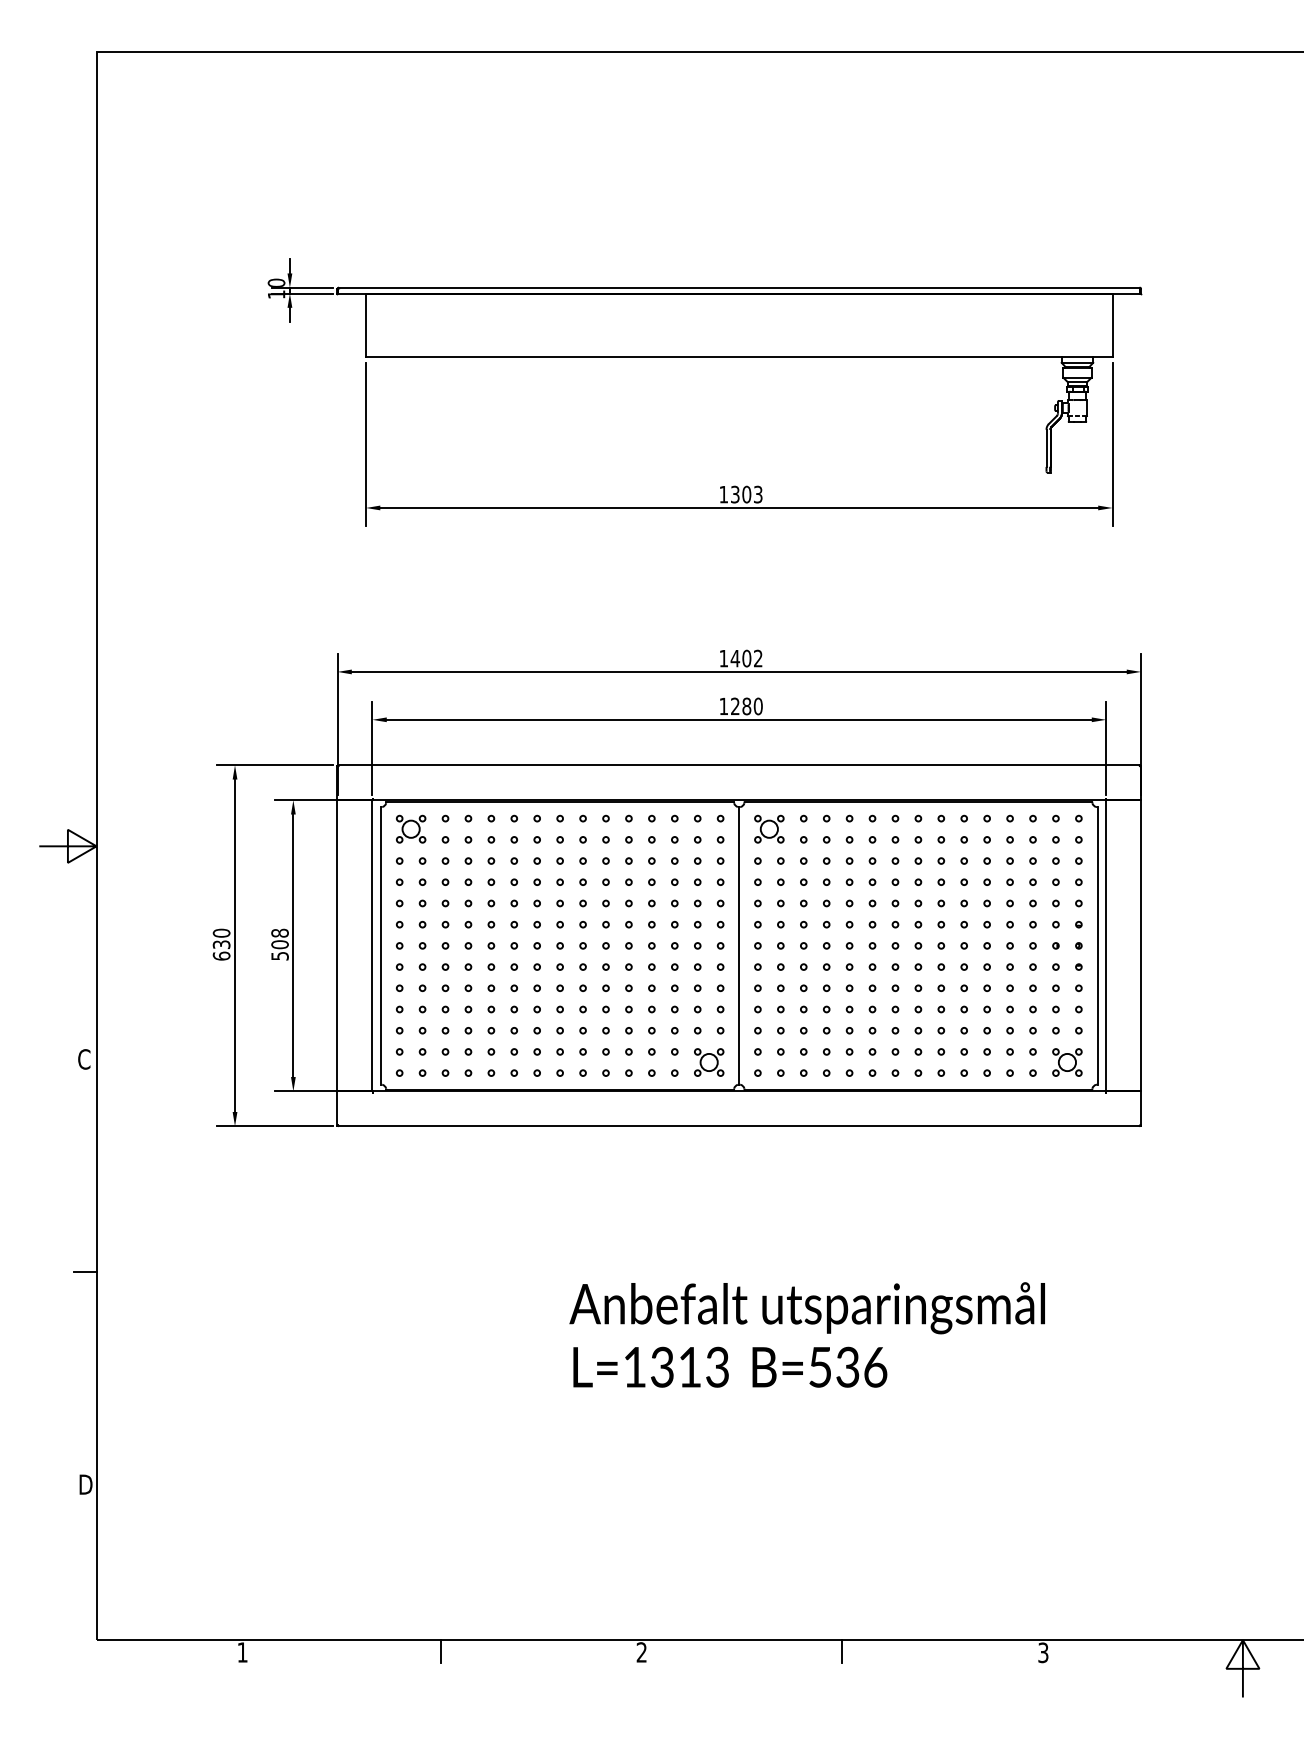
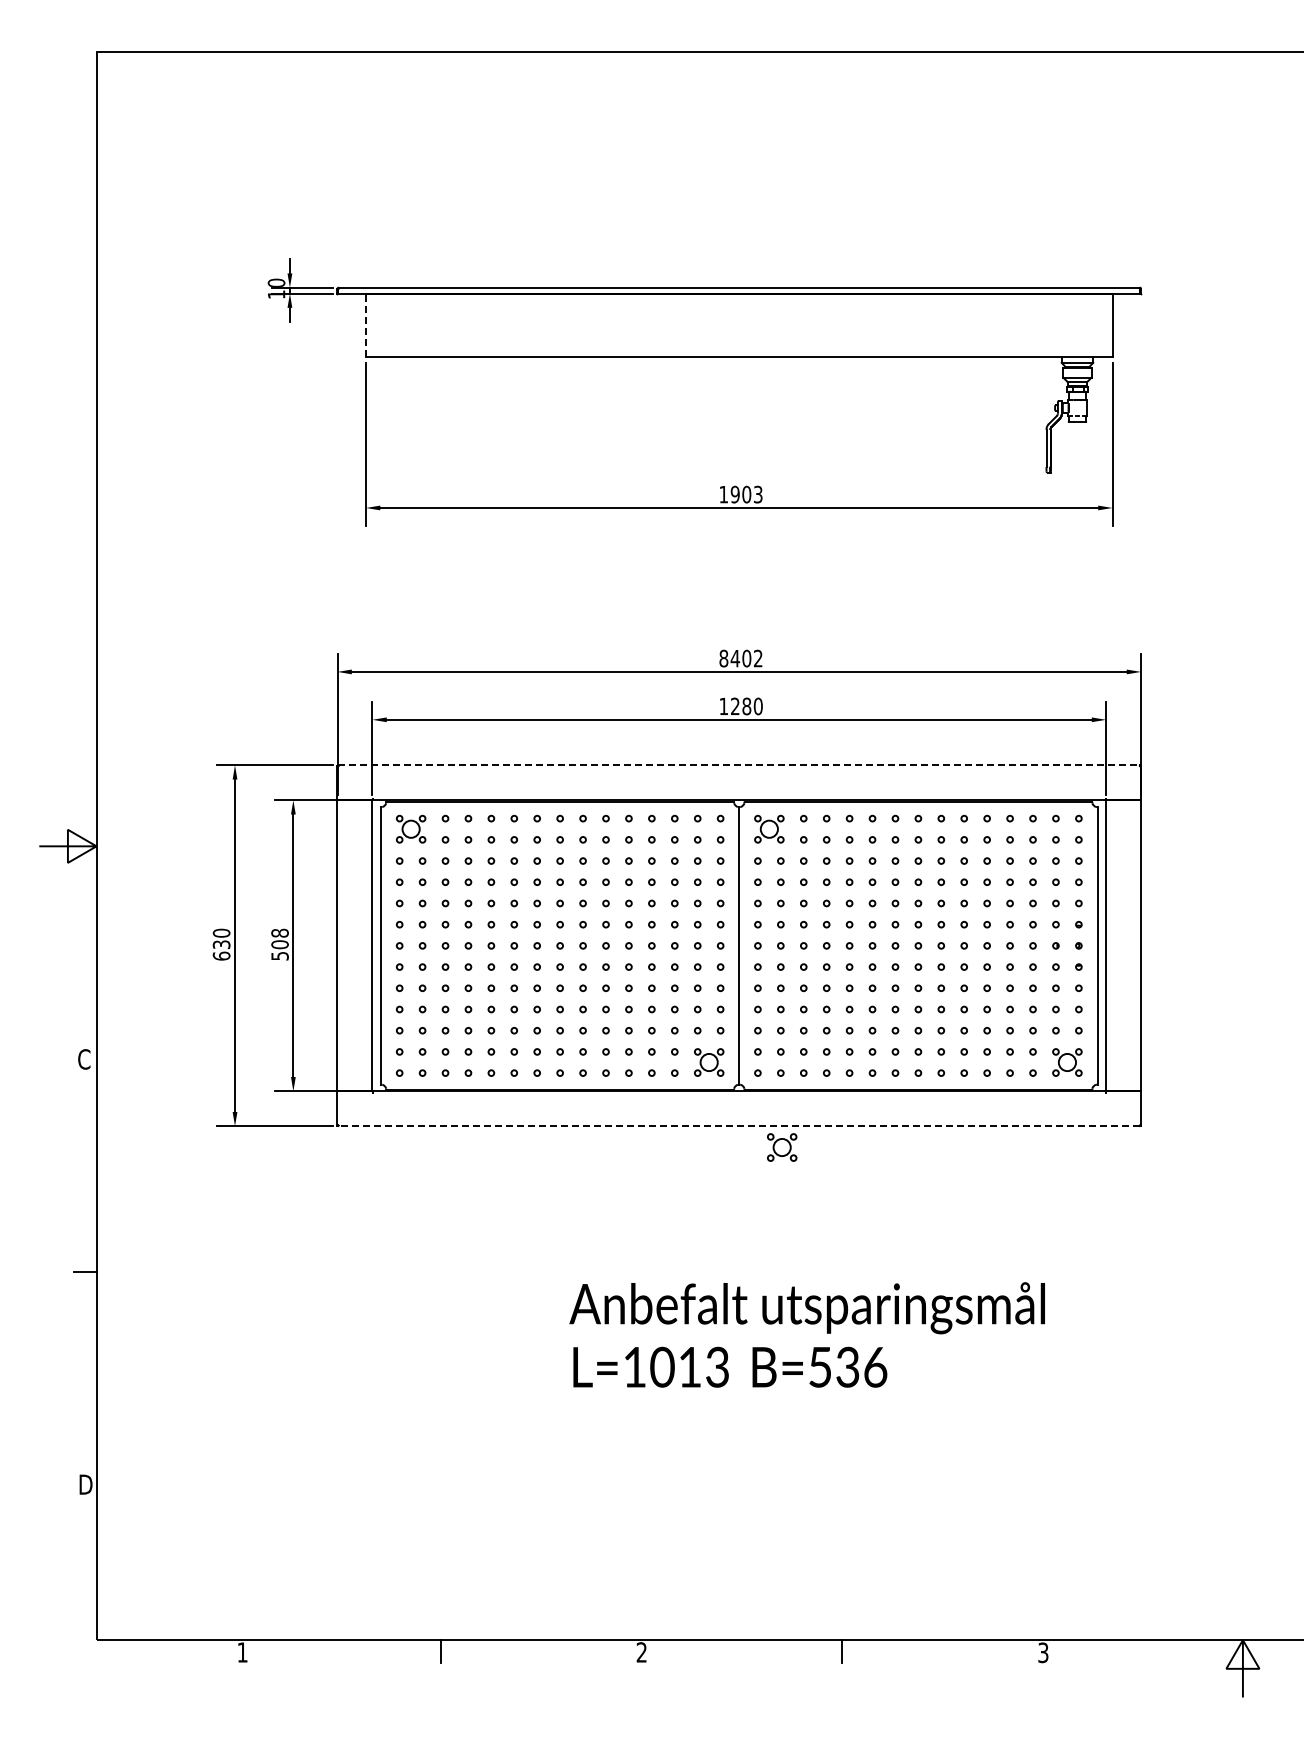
line at (366, 325): solid -> dashed
text at (734, 494): 1303 -> 1903
text at (723, 658): 1402 -> 8402
line at (739, 765): solid -> dashed
line at (739, 1126): solid -> dashed
part at (782, 1147): none -> present
text at (662, 1367): L=1313 -> L=1013
